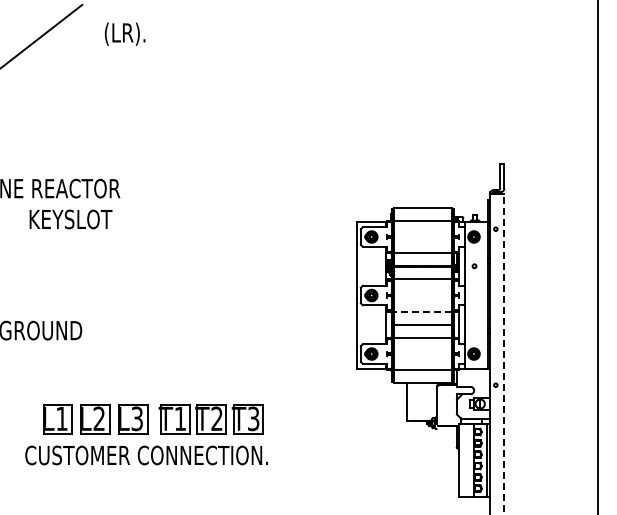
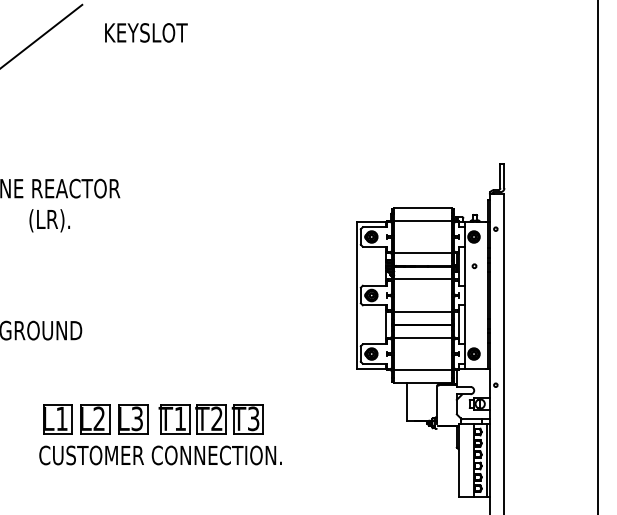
text at (145, 33): (LR). -> KEYSLOT
text at (70, 220): KEYSLOT -> (LR).
line at (423, 311): dashed -> solid
line at (504, 353): dashed -> solid
text at (146, 455) position: (146, 455) -> (160, 455)
